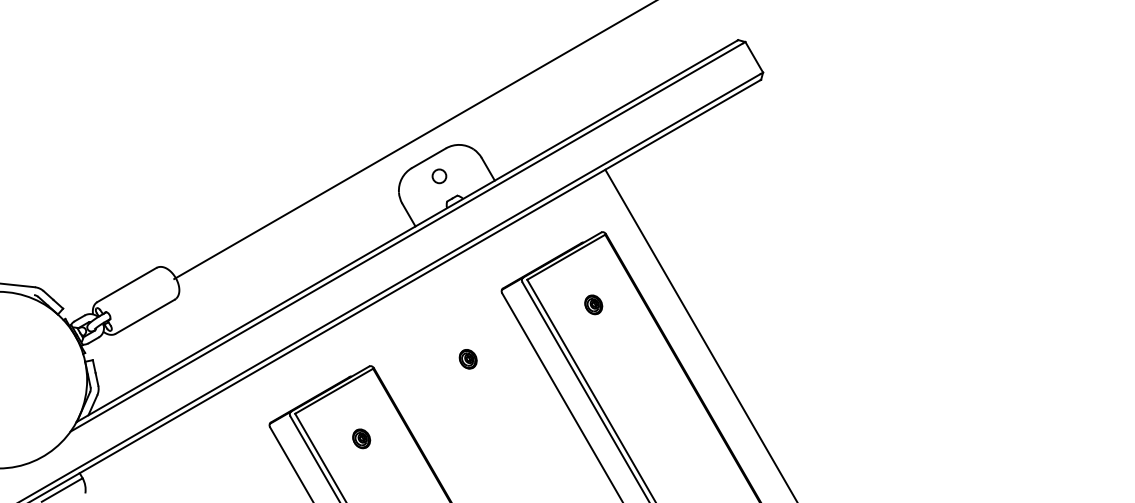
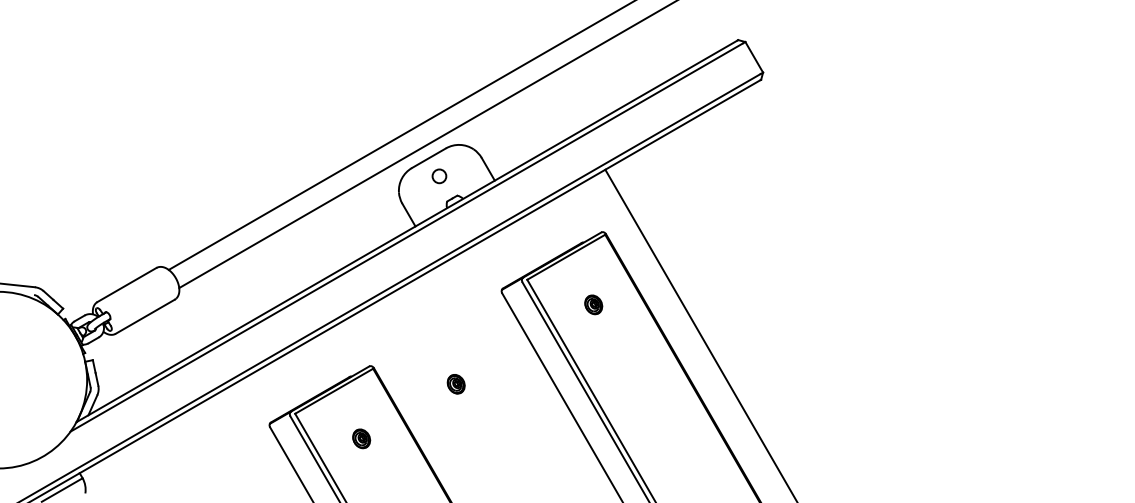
line at (400, 135): none -> present
line at (413, 140) position: (413, 140) -> (426, 145)
part at (467, 359) position: (467, 359) -> (455, 384)
